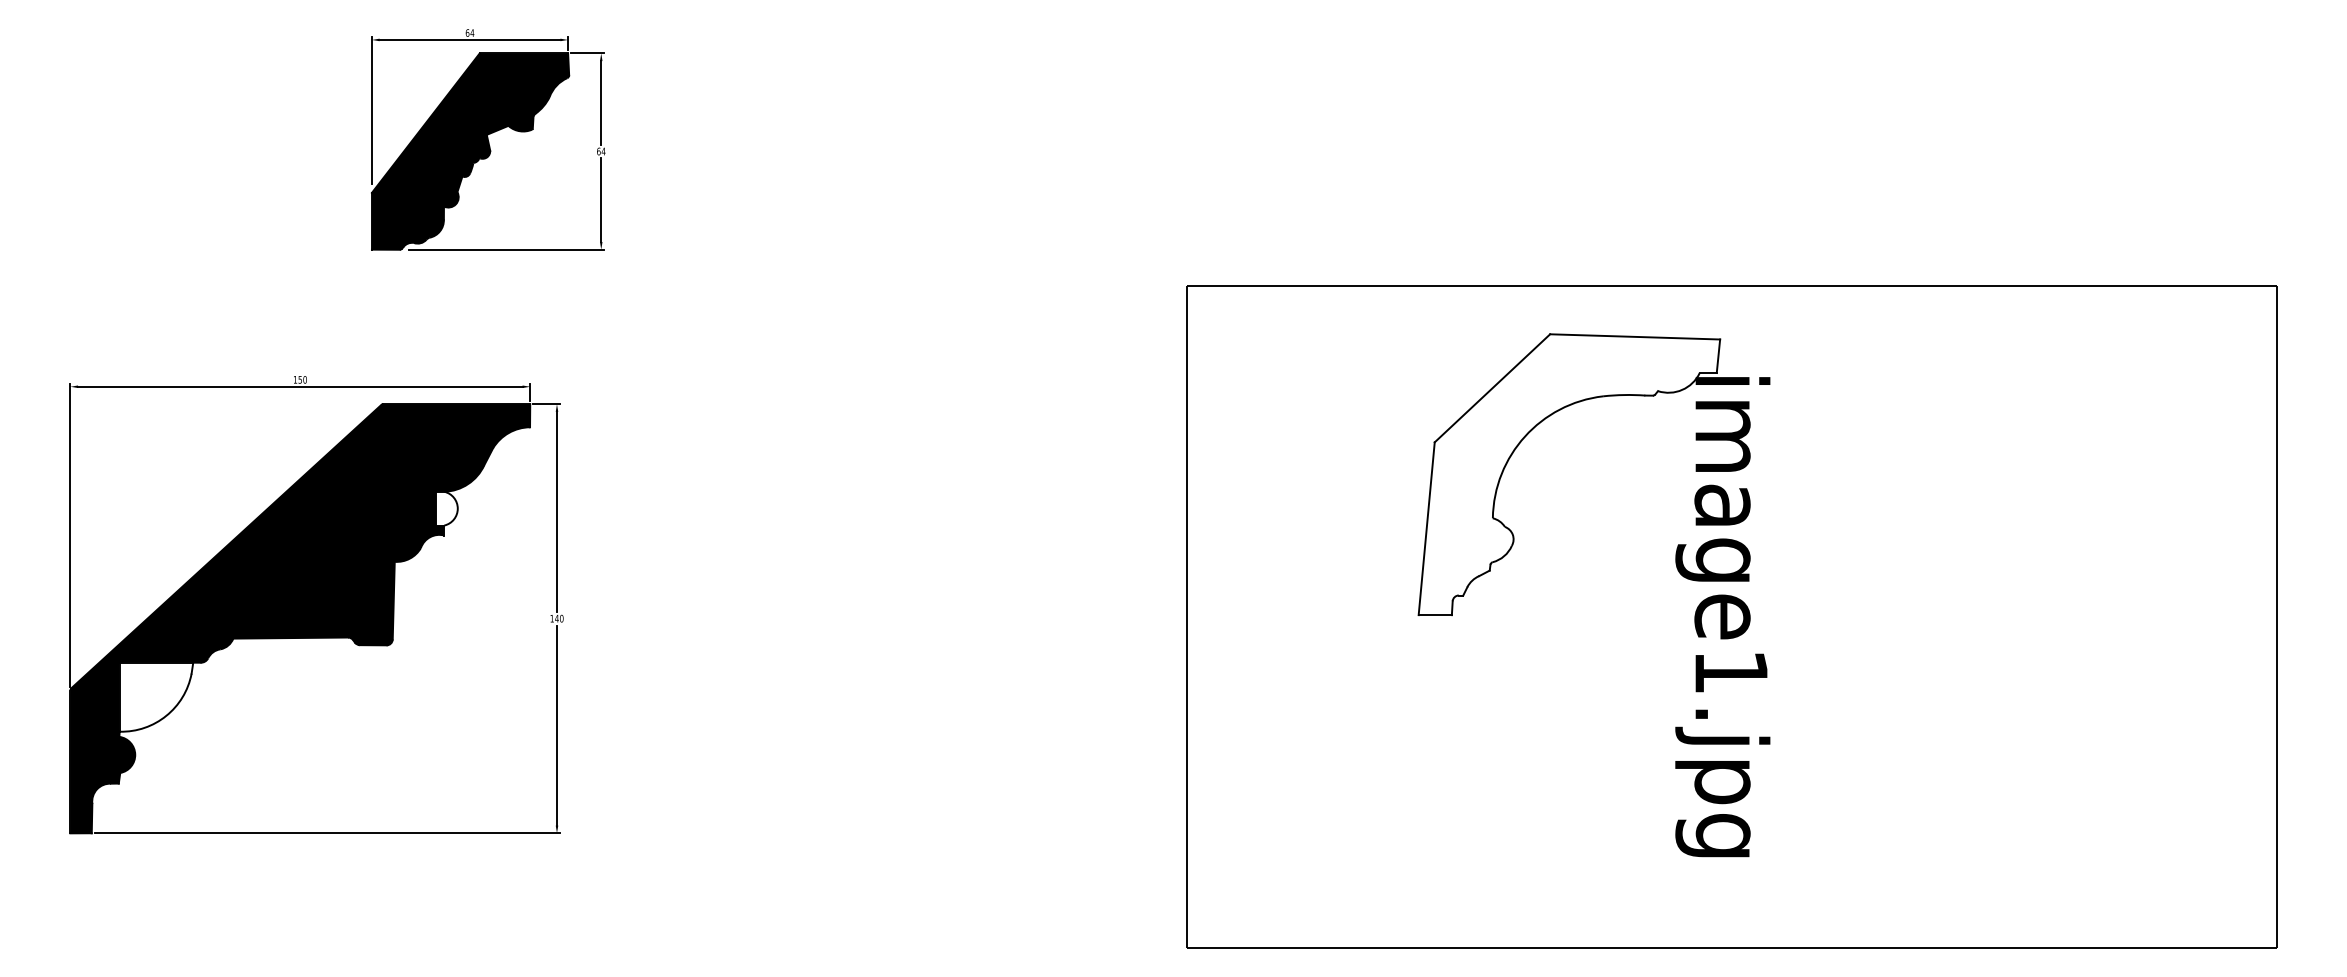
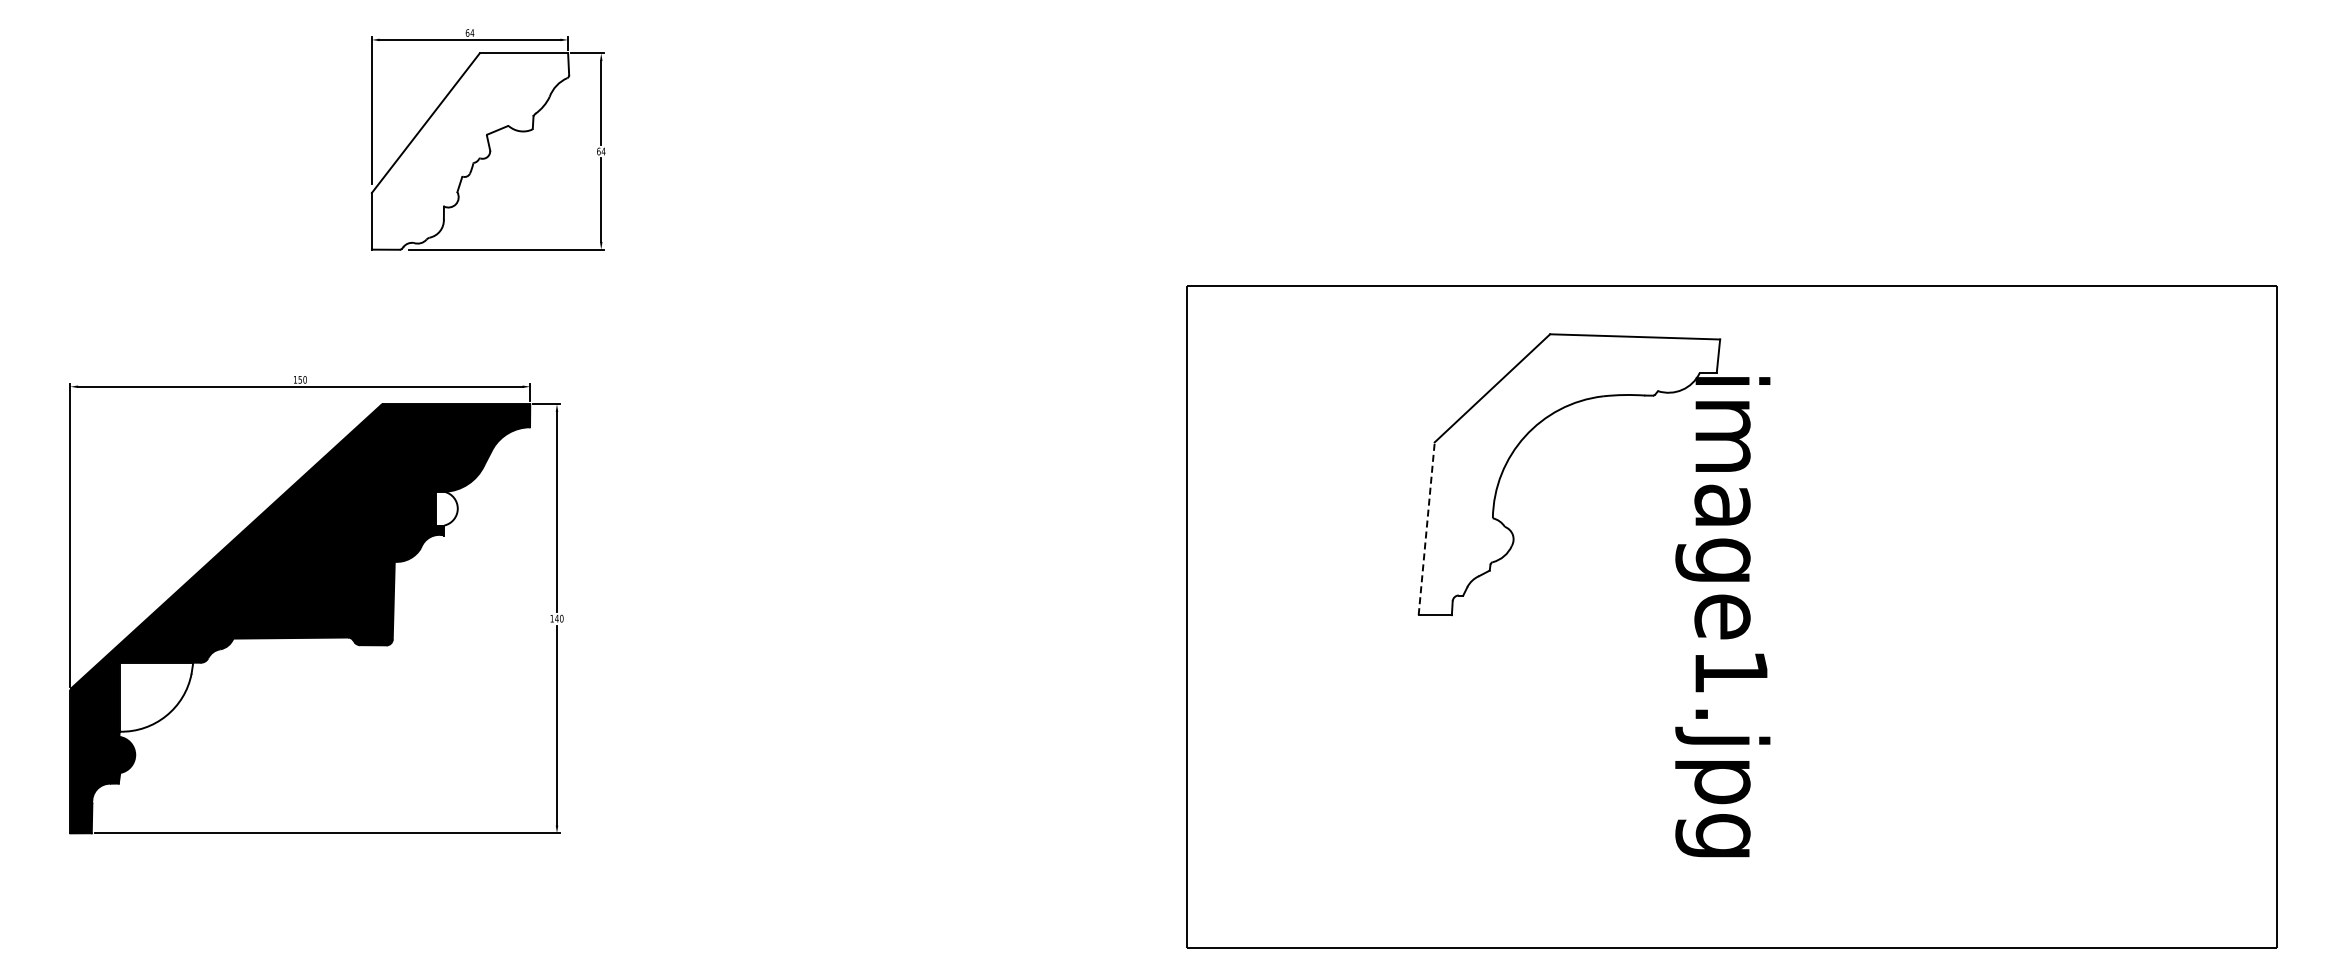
fill at (470, 151): present -> none
line at (1426, 528): solid -> dashed
